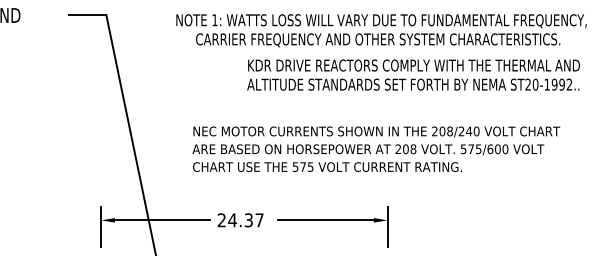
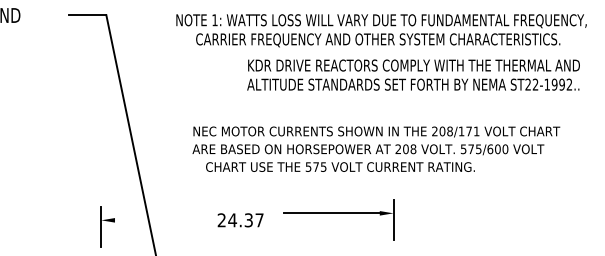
text at (535, 84): ST20-1992.. -> ST22-1992..
text at (468, 131): 208/240 -> 208/171
text at (327, 166) position: (327, 166) -> (340, 166)
line at (162, 220): present -> none
part at (332, 226) position: (332, 226) -> (338, 219)
